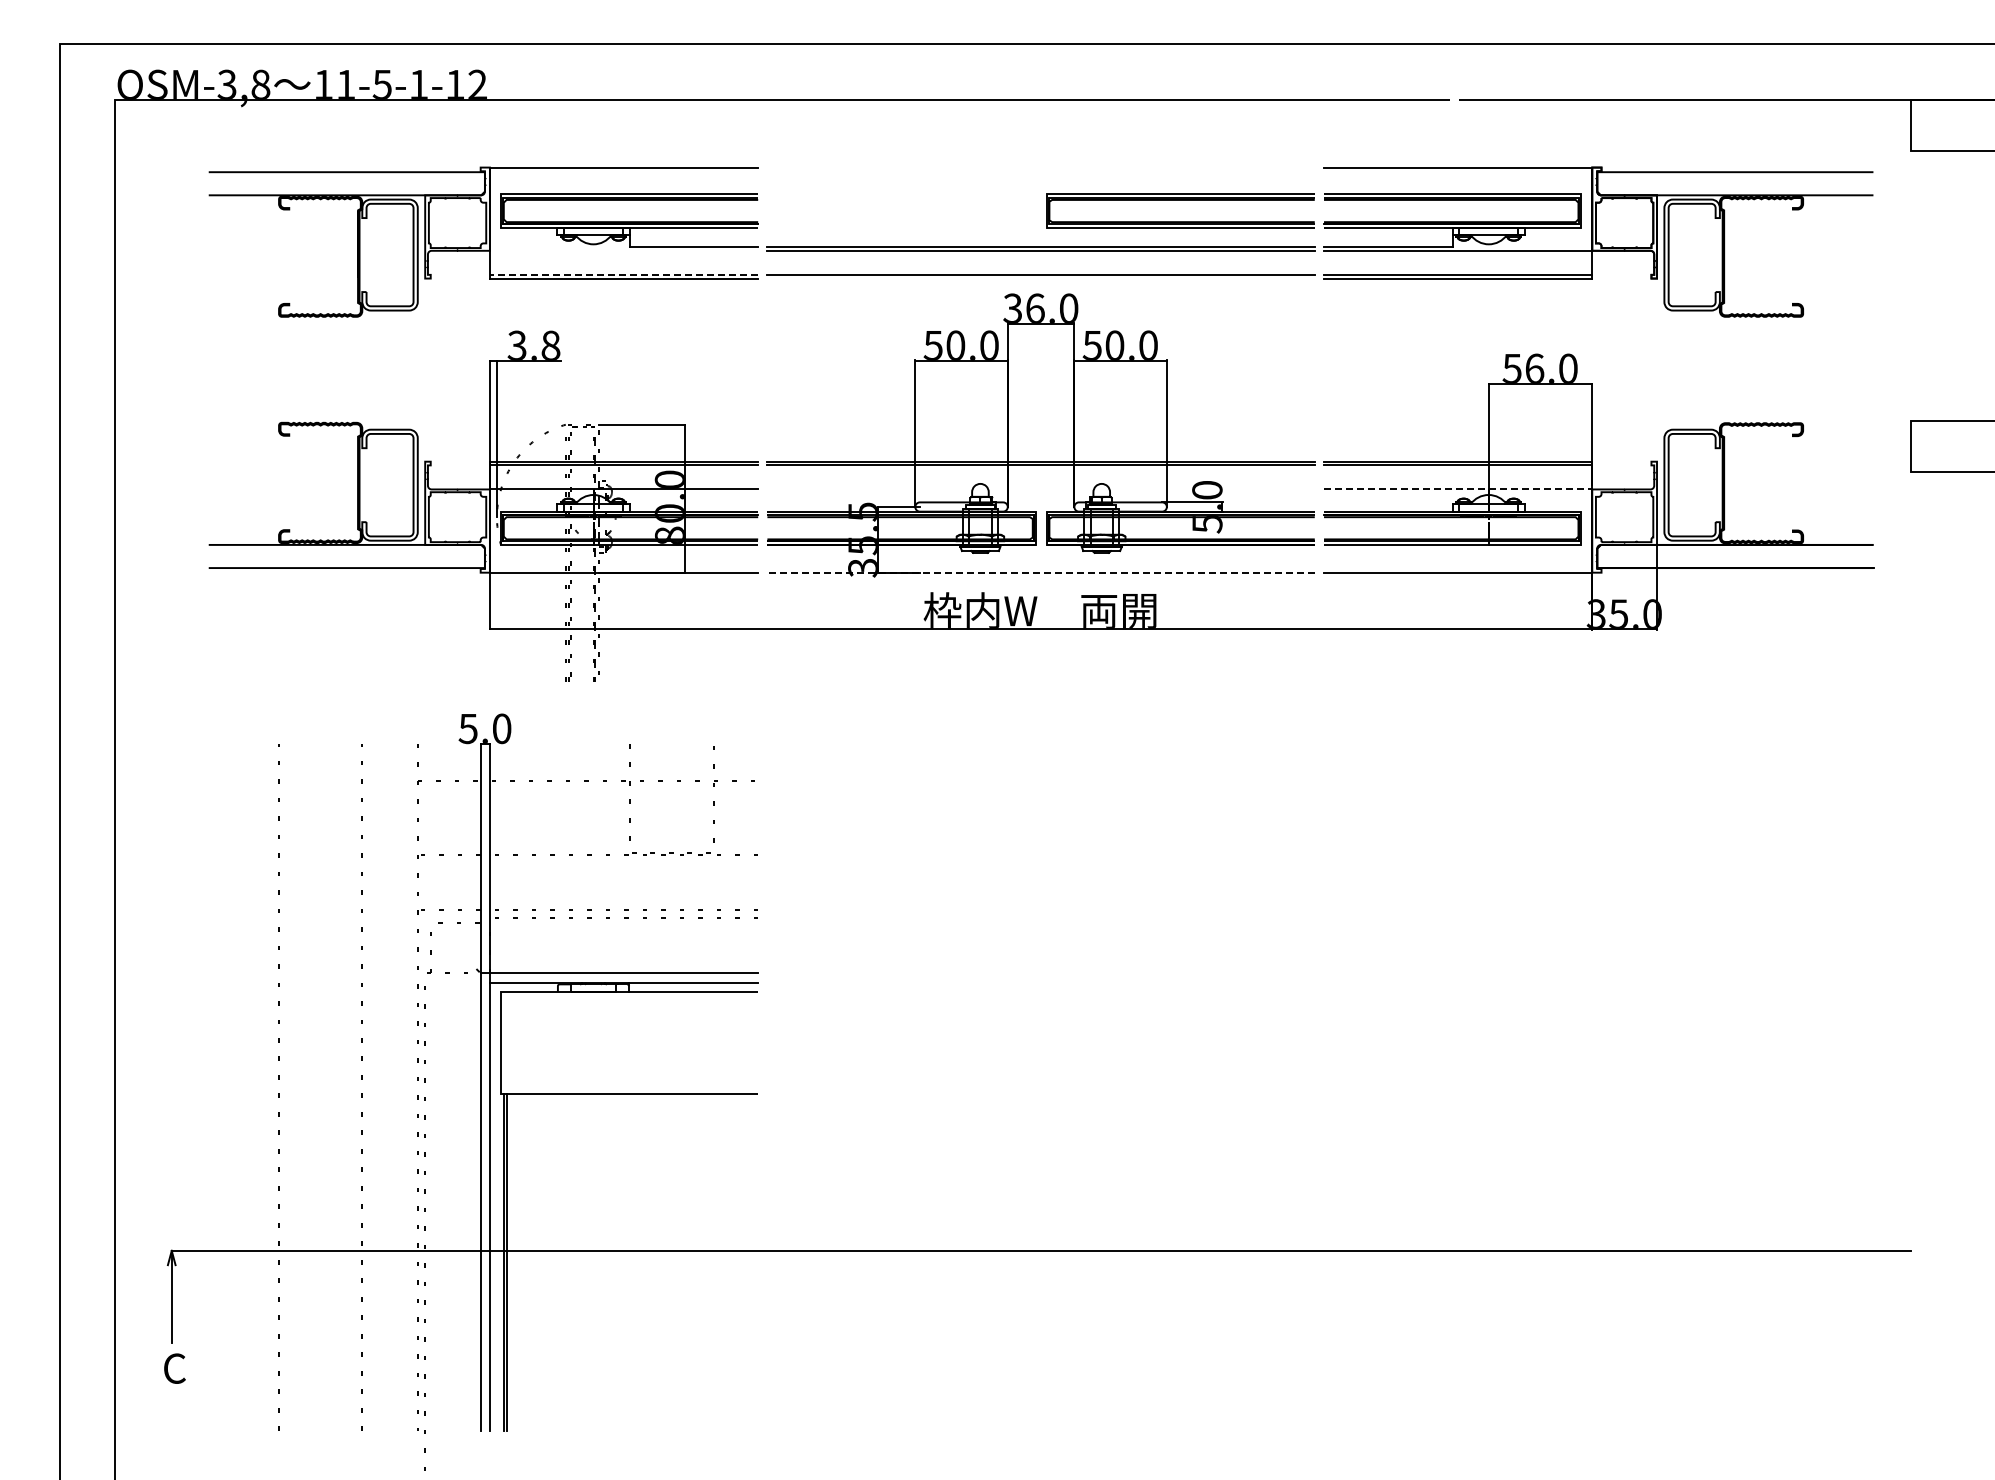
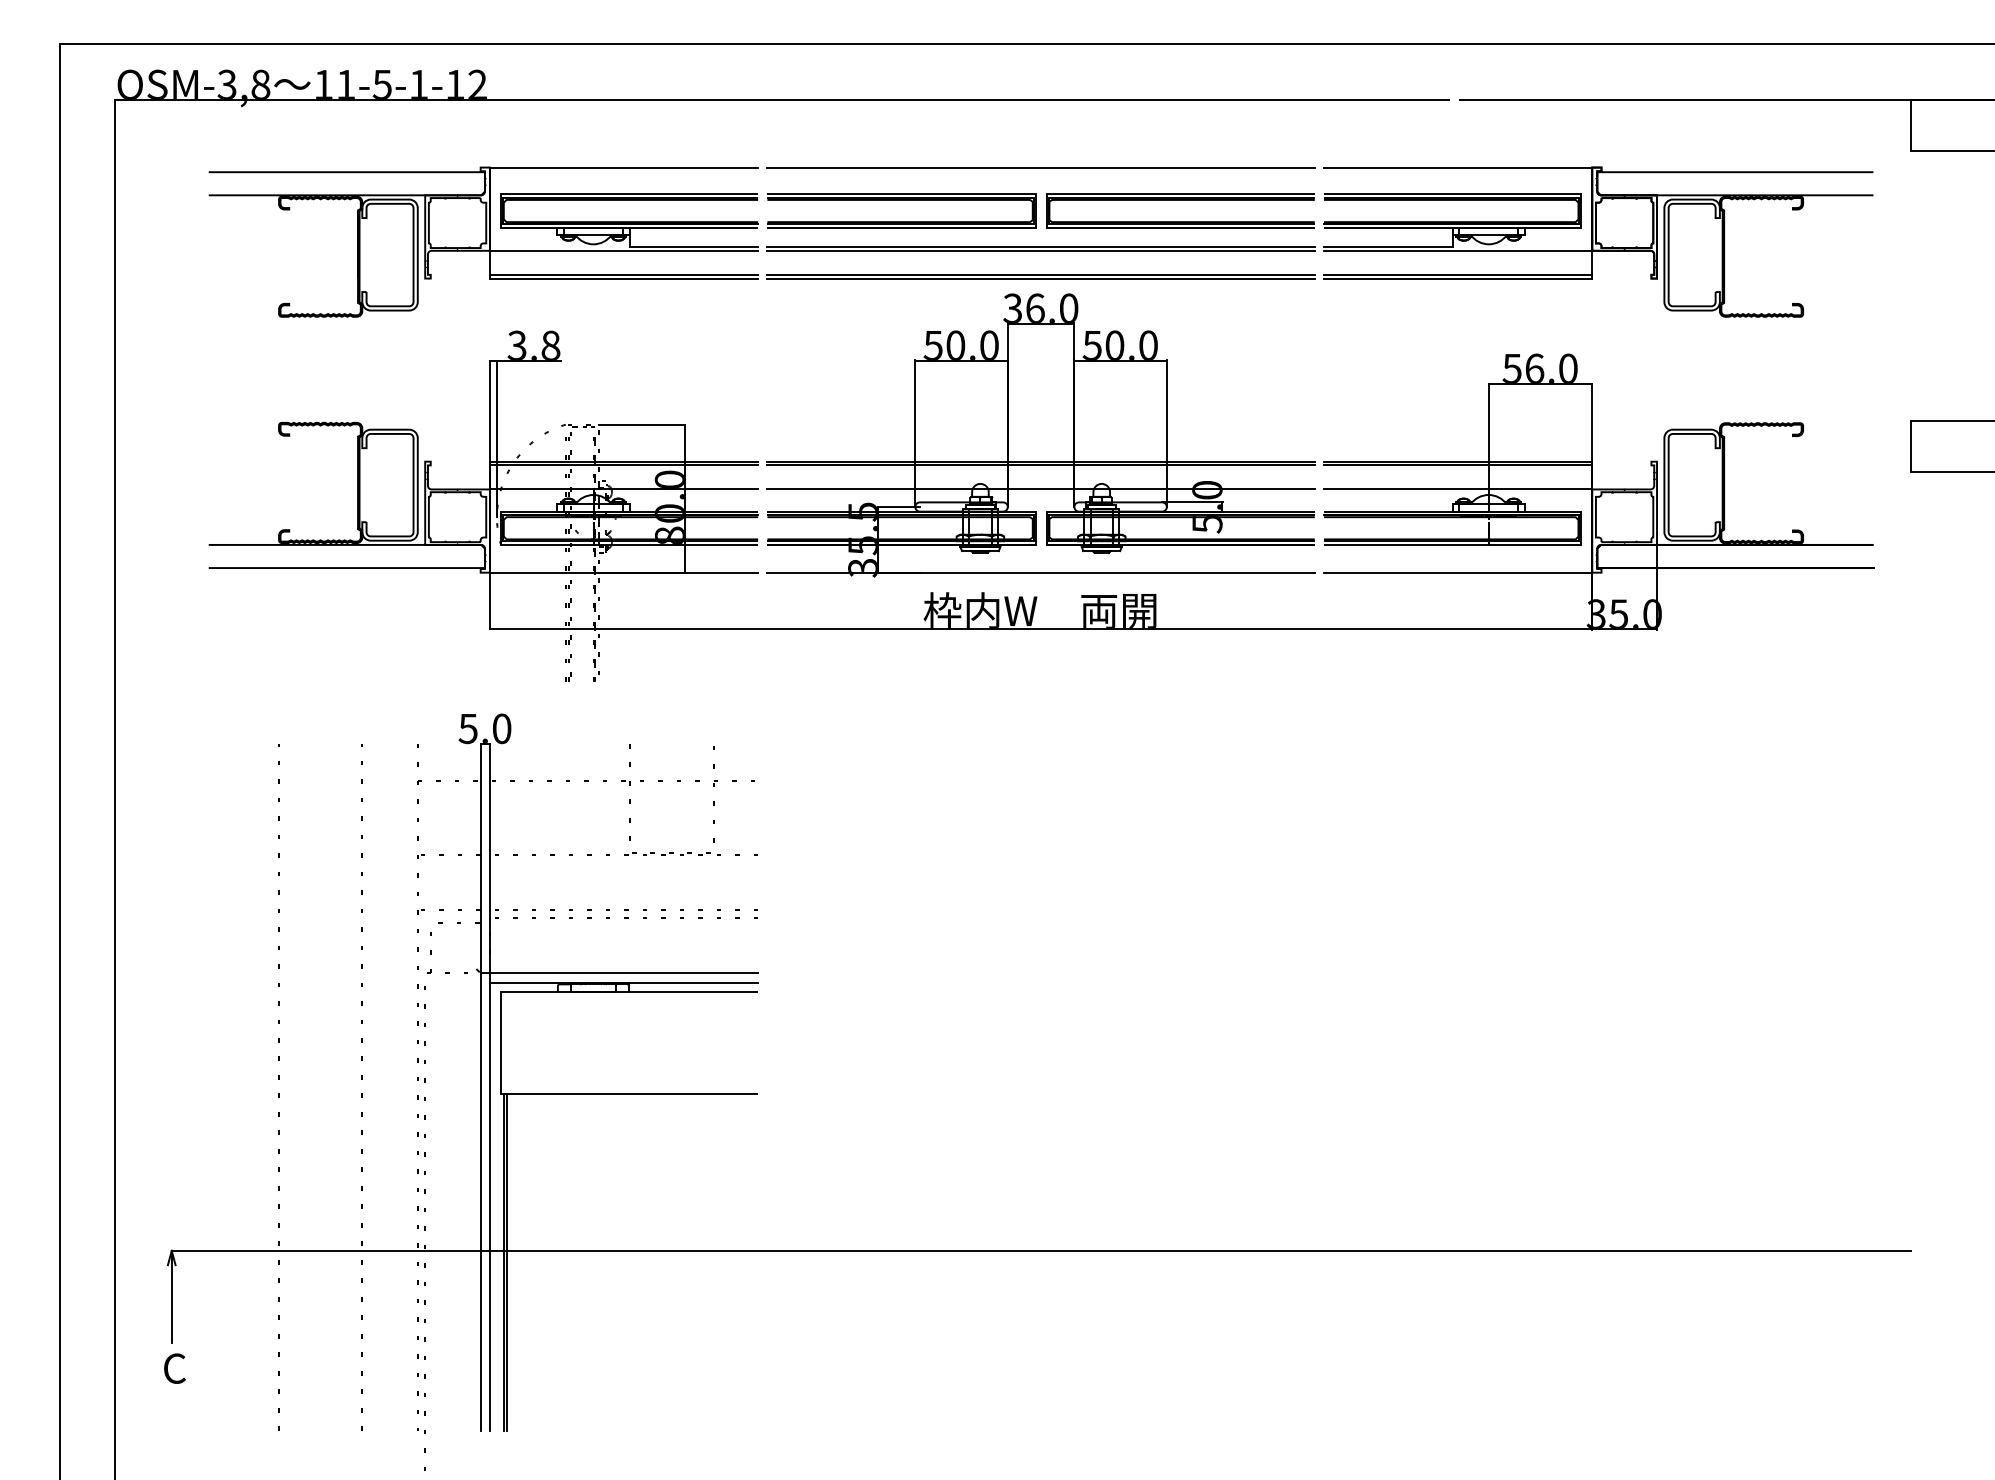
line at (1040, 167): none -> present
part at (901, 200): none -> present
line at (623, 250): none -> present
line at (623, 274): dashed -> solid
line at (1040, 278): none -> present
line at (1040, 489): none -> present
line at (1458, 489): dashed -> solid
line at (1041, 572): dashed -> solid
